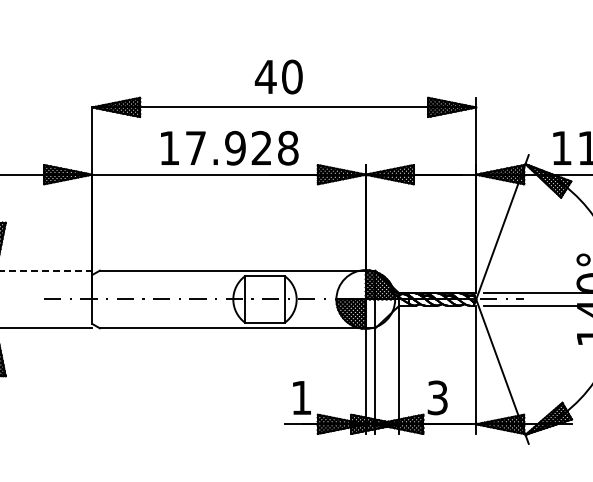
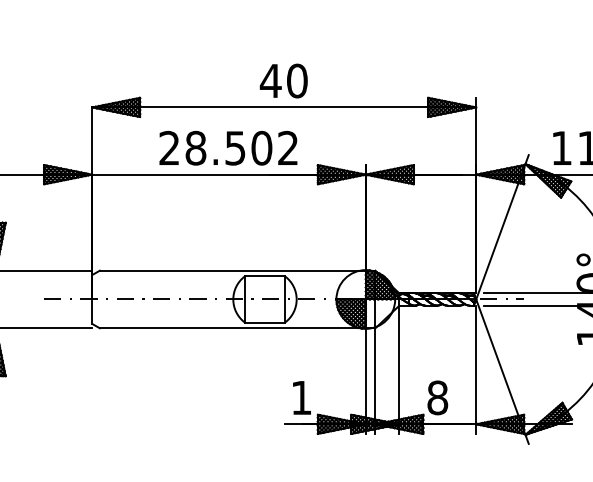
text at (278, 76) position: (278, 76) -> (283, 80)
text at (228, 147): 17.928 -> 28.502
line at (46, 270): dashed -> solid
text at (437, 397): 3 -> 8
